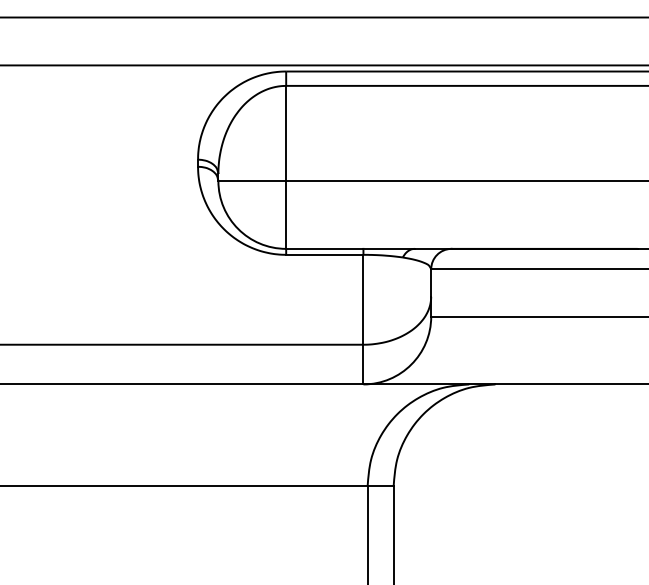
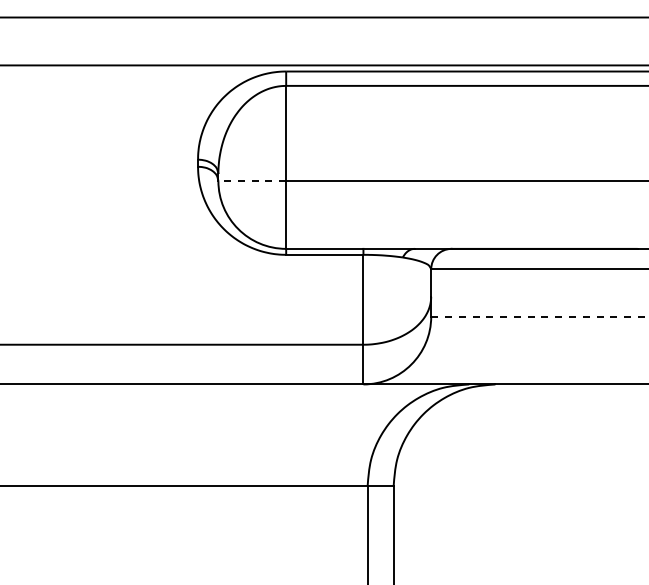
line at (252, 181): solid -> dashed
line at (540, 316): solid -> dashed
